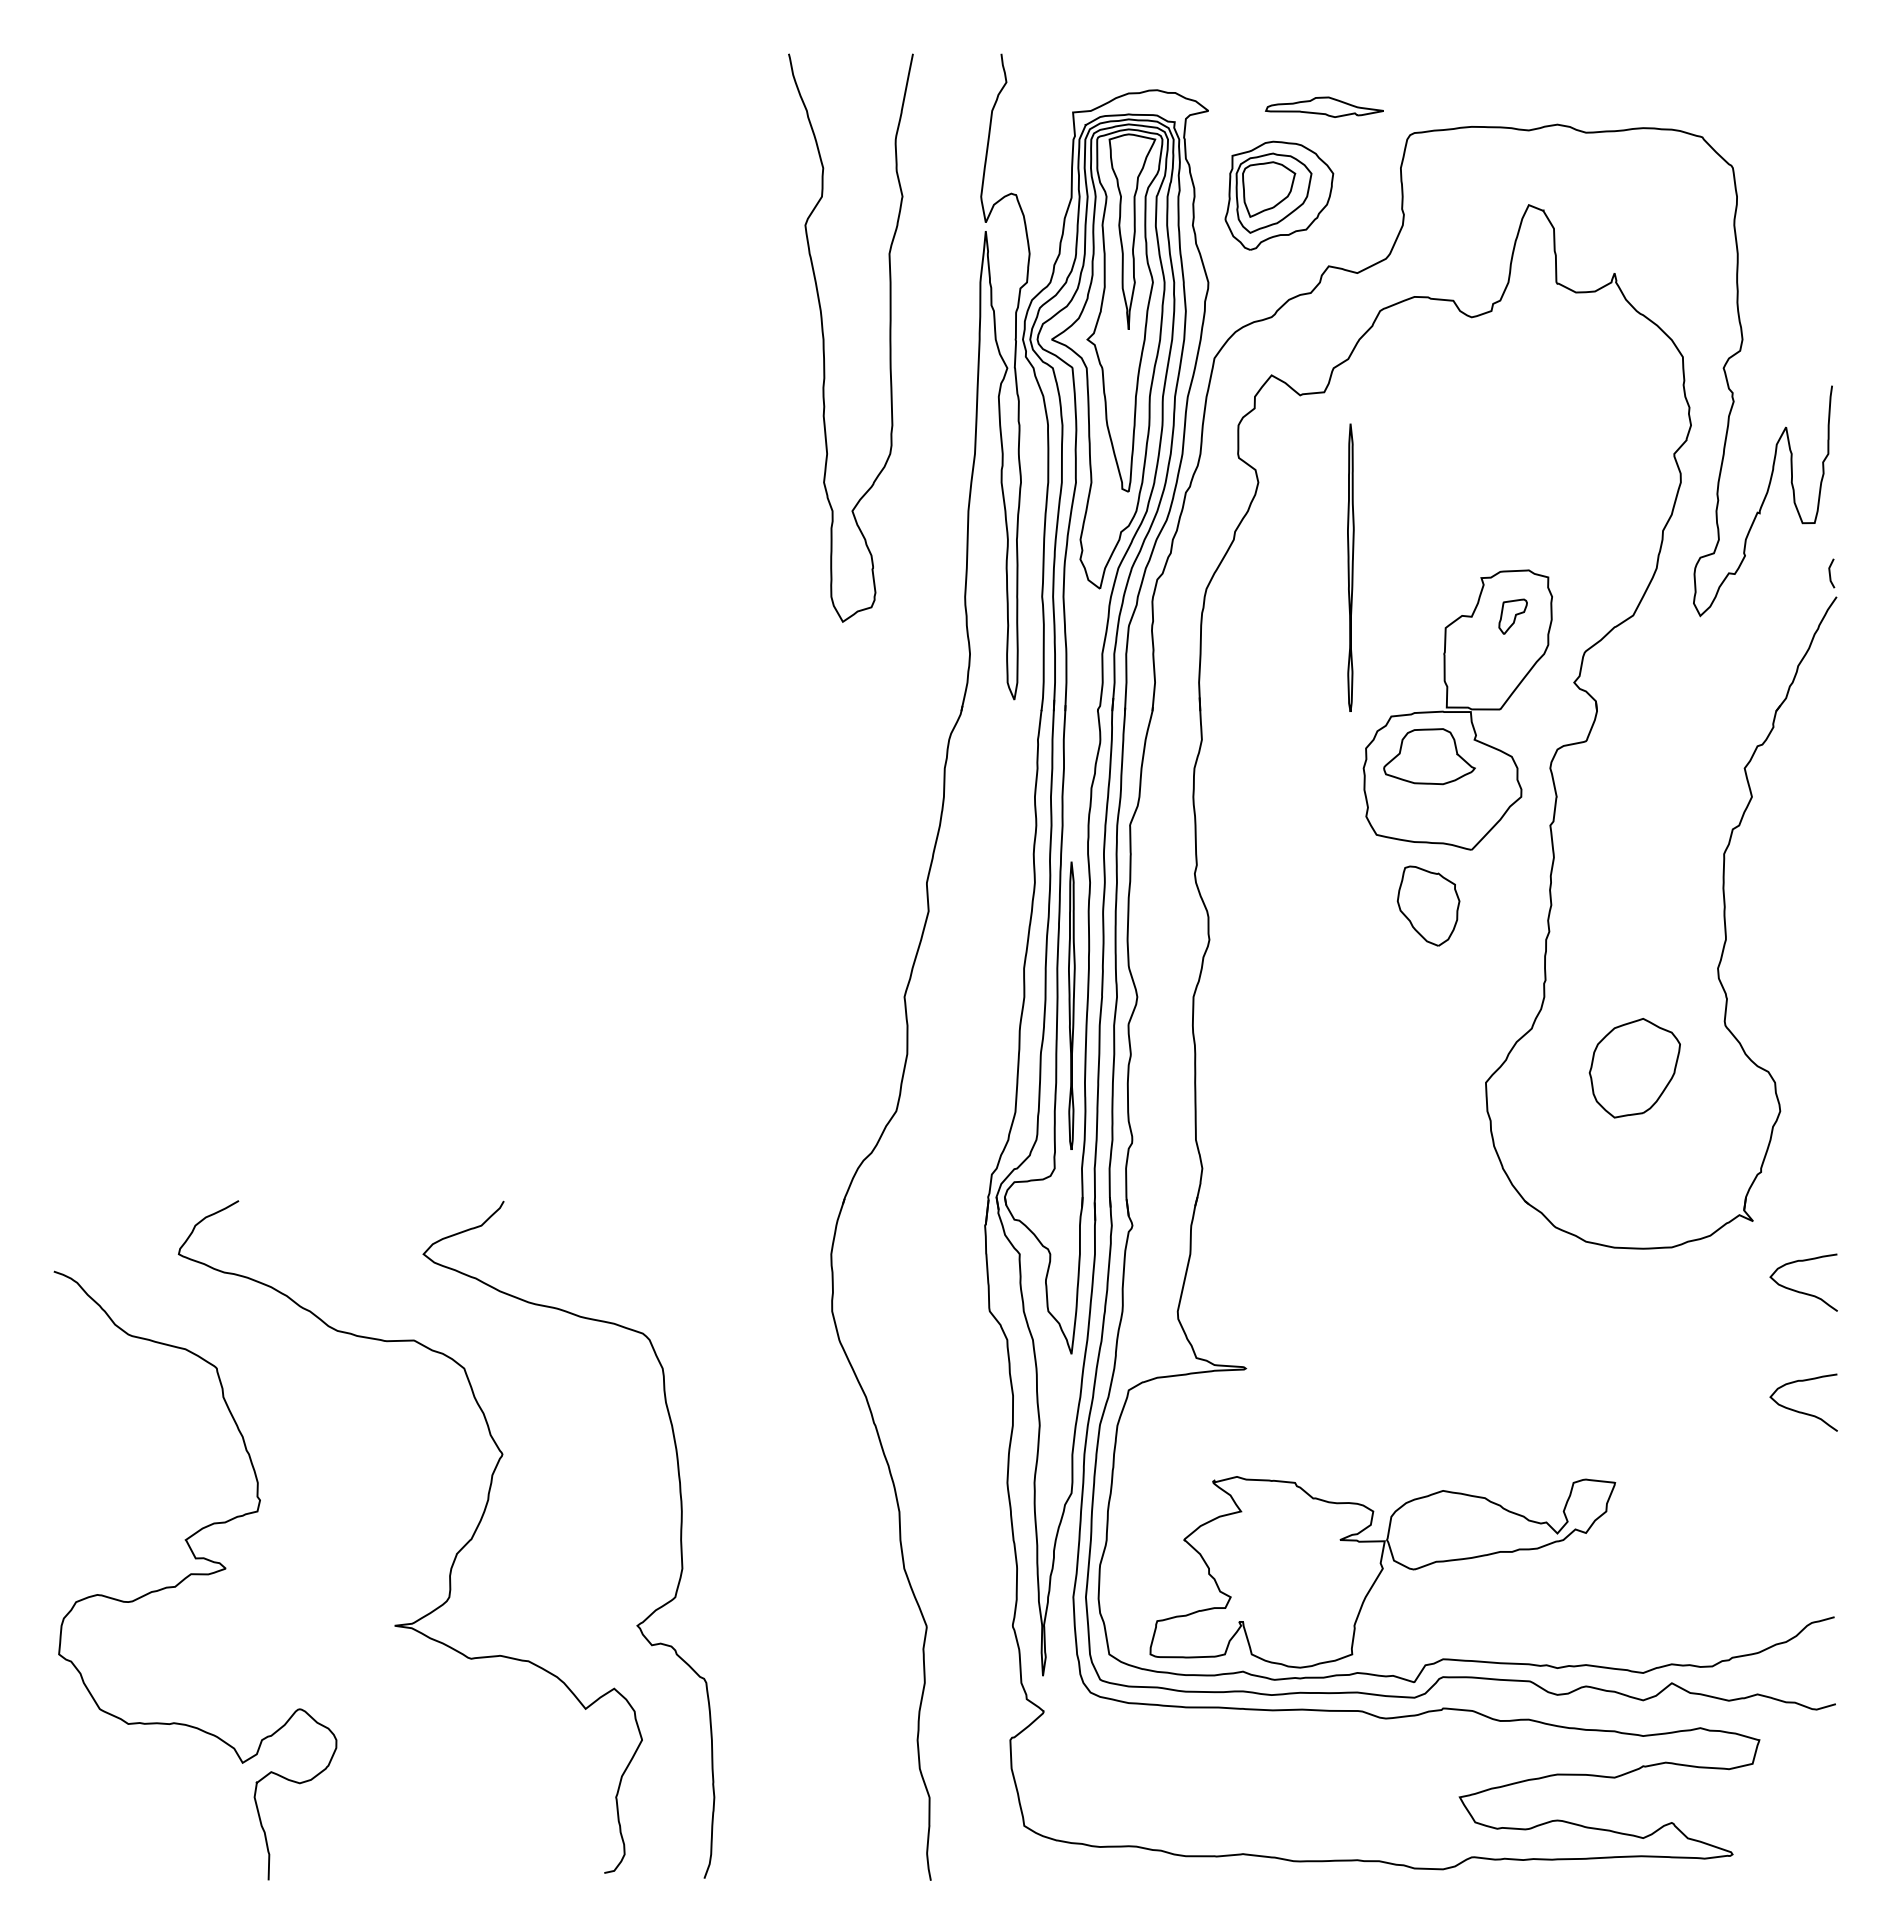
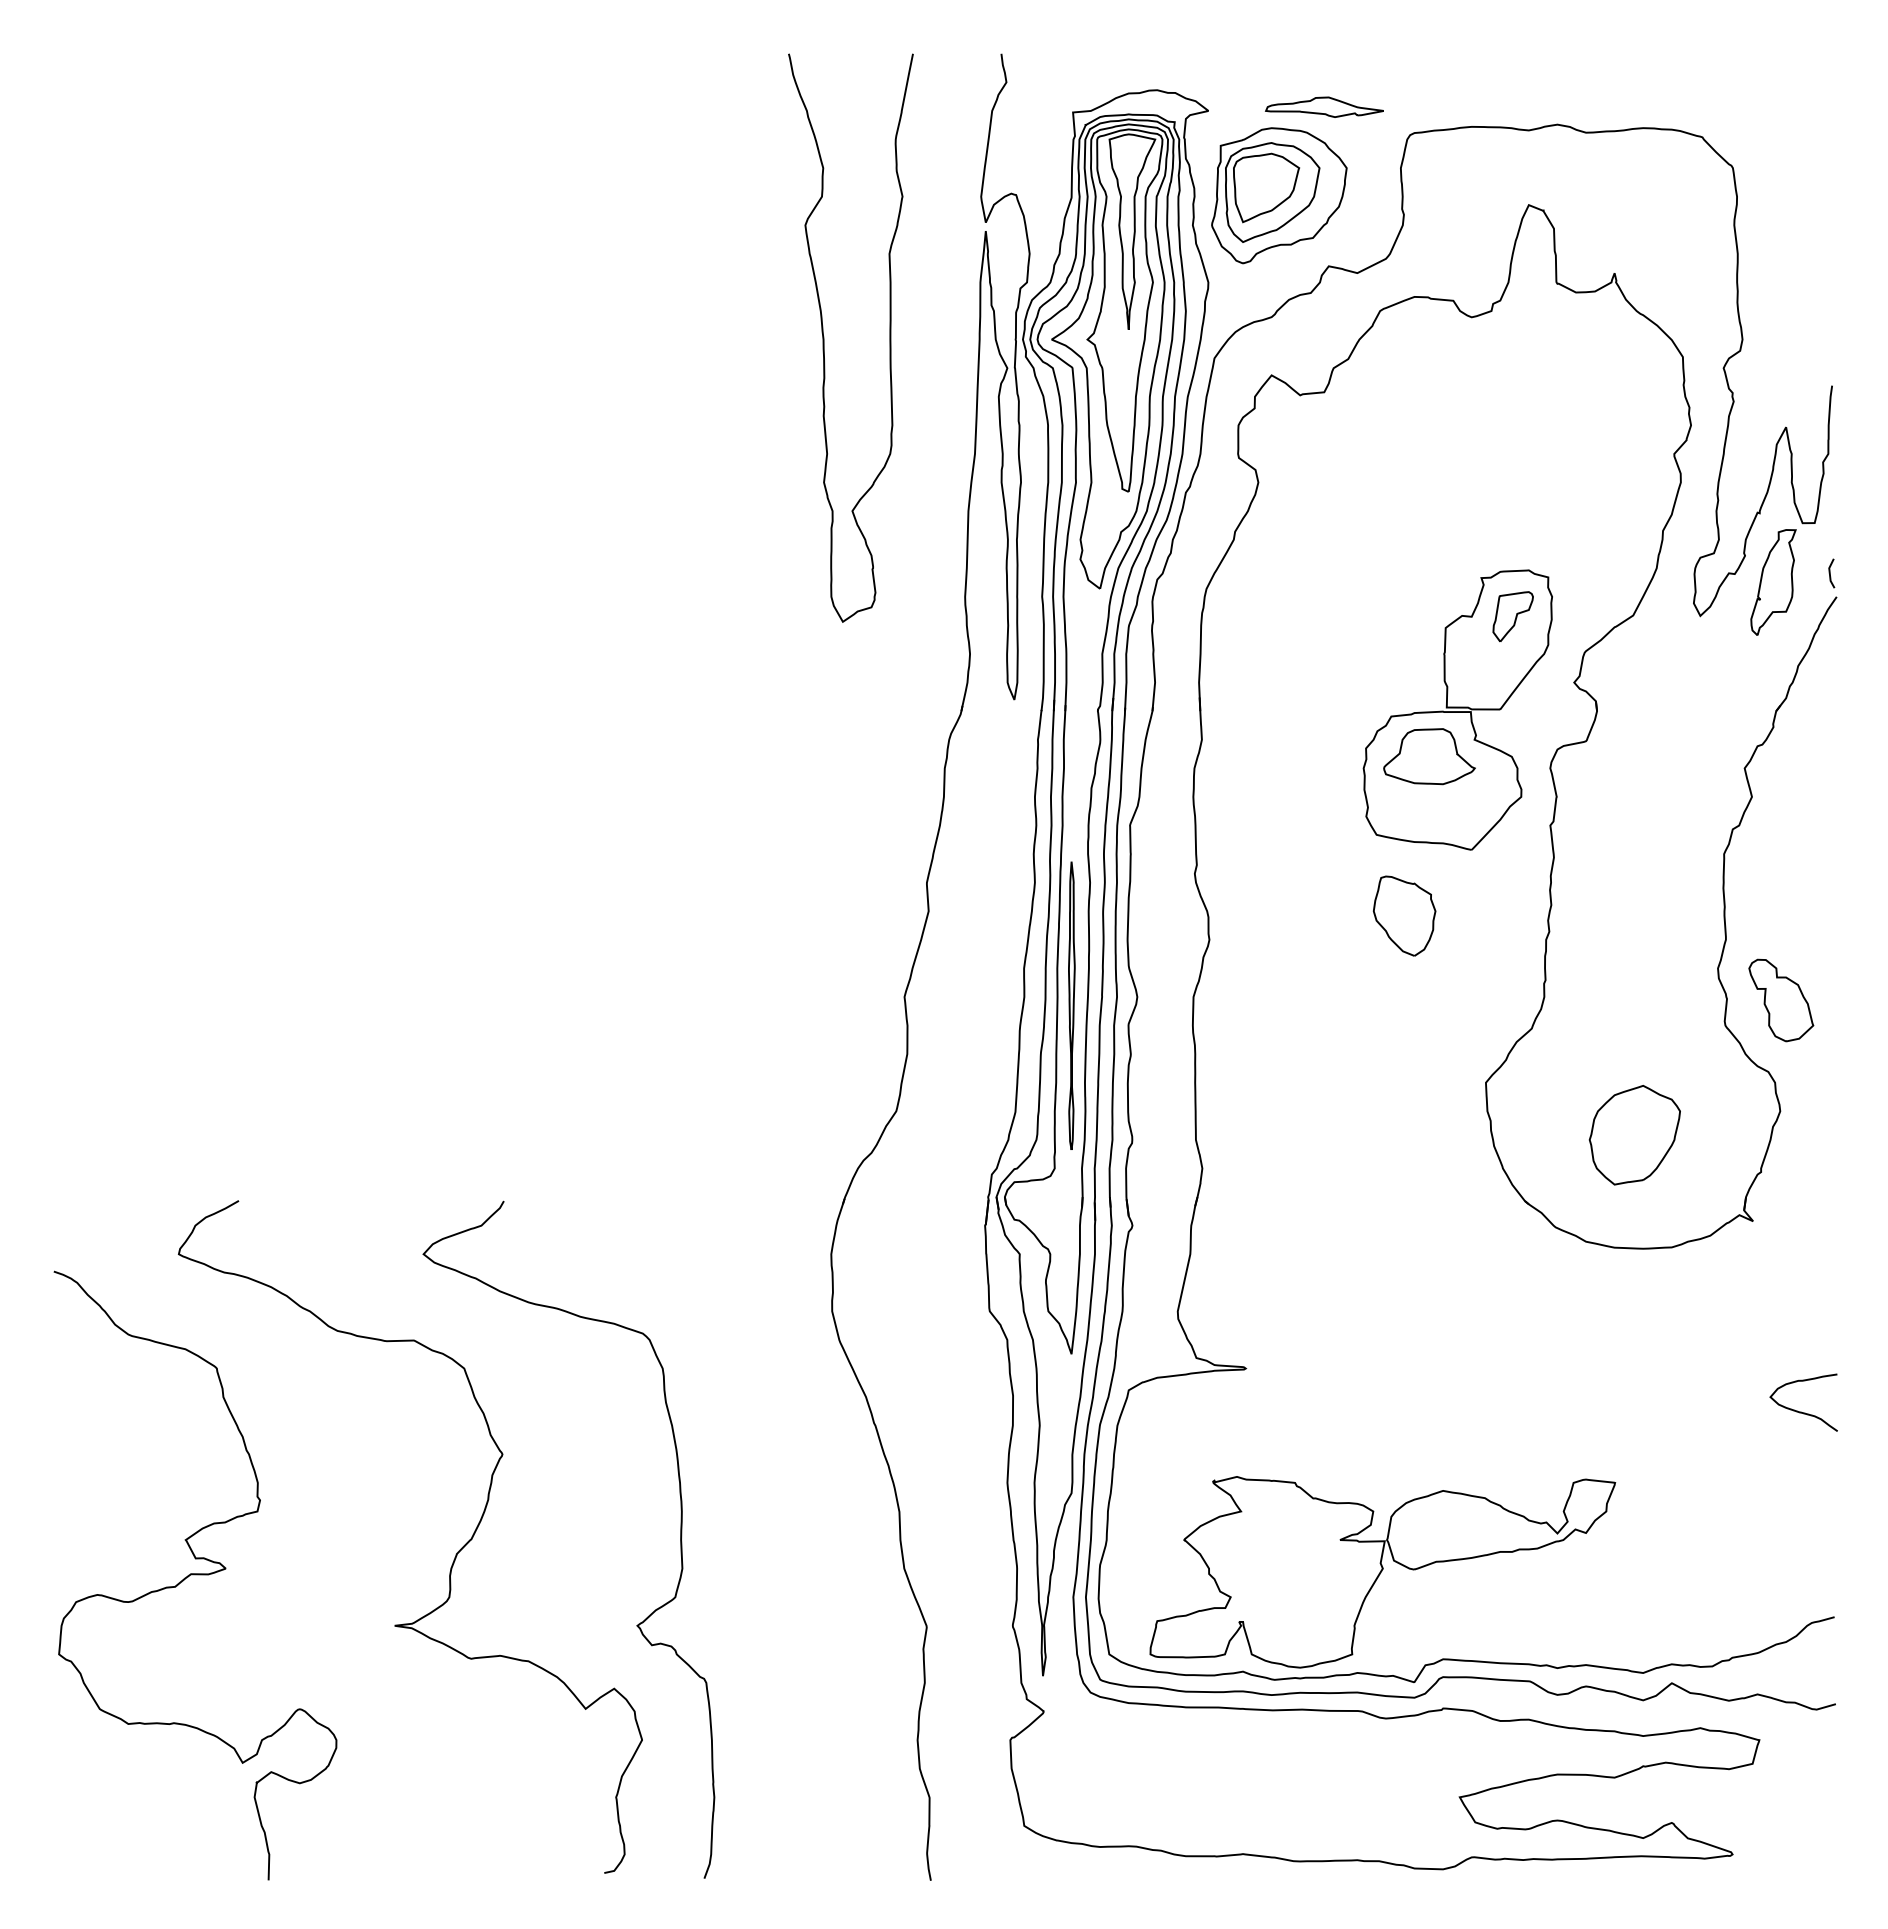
part at (1279, 195) size: 111x111 px -> 137x138 px
part at (1350, 567): present -> none
part at (1773, 582): none -> present
part at (1512, 616) size: 30x37 px -> 42x52 px
part at (1428, 905) position: (1428, 905) -> (1404, 915)
part at (1781, 1000): none -> present
part at (1634, 1068) position: (1634, 1068) -> (1634, 1135)
curve at (1801, 1291): present -> none
